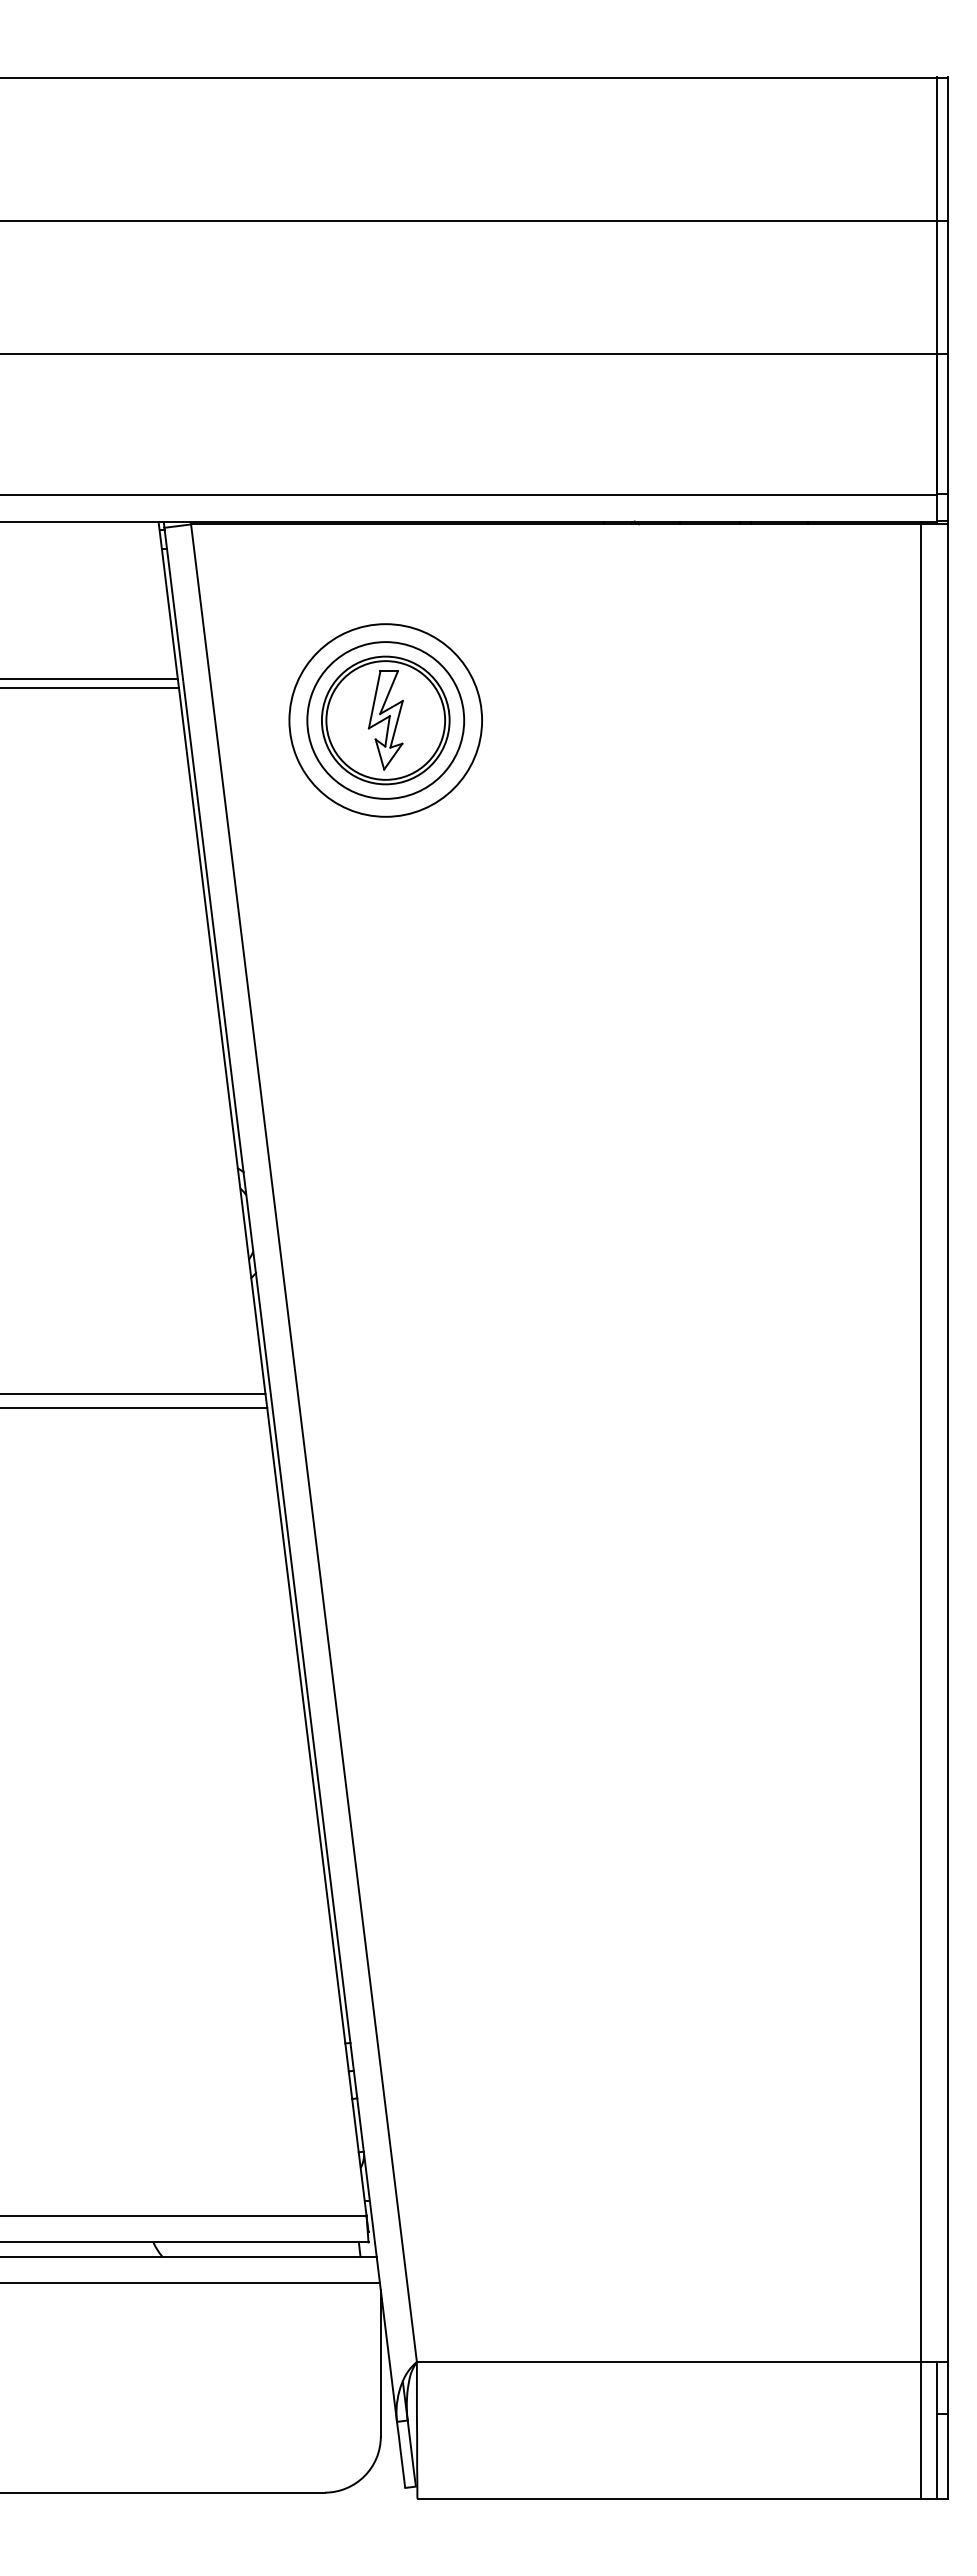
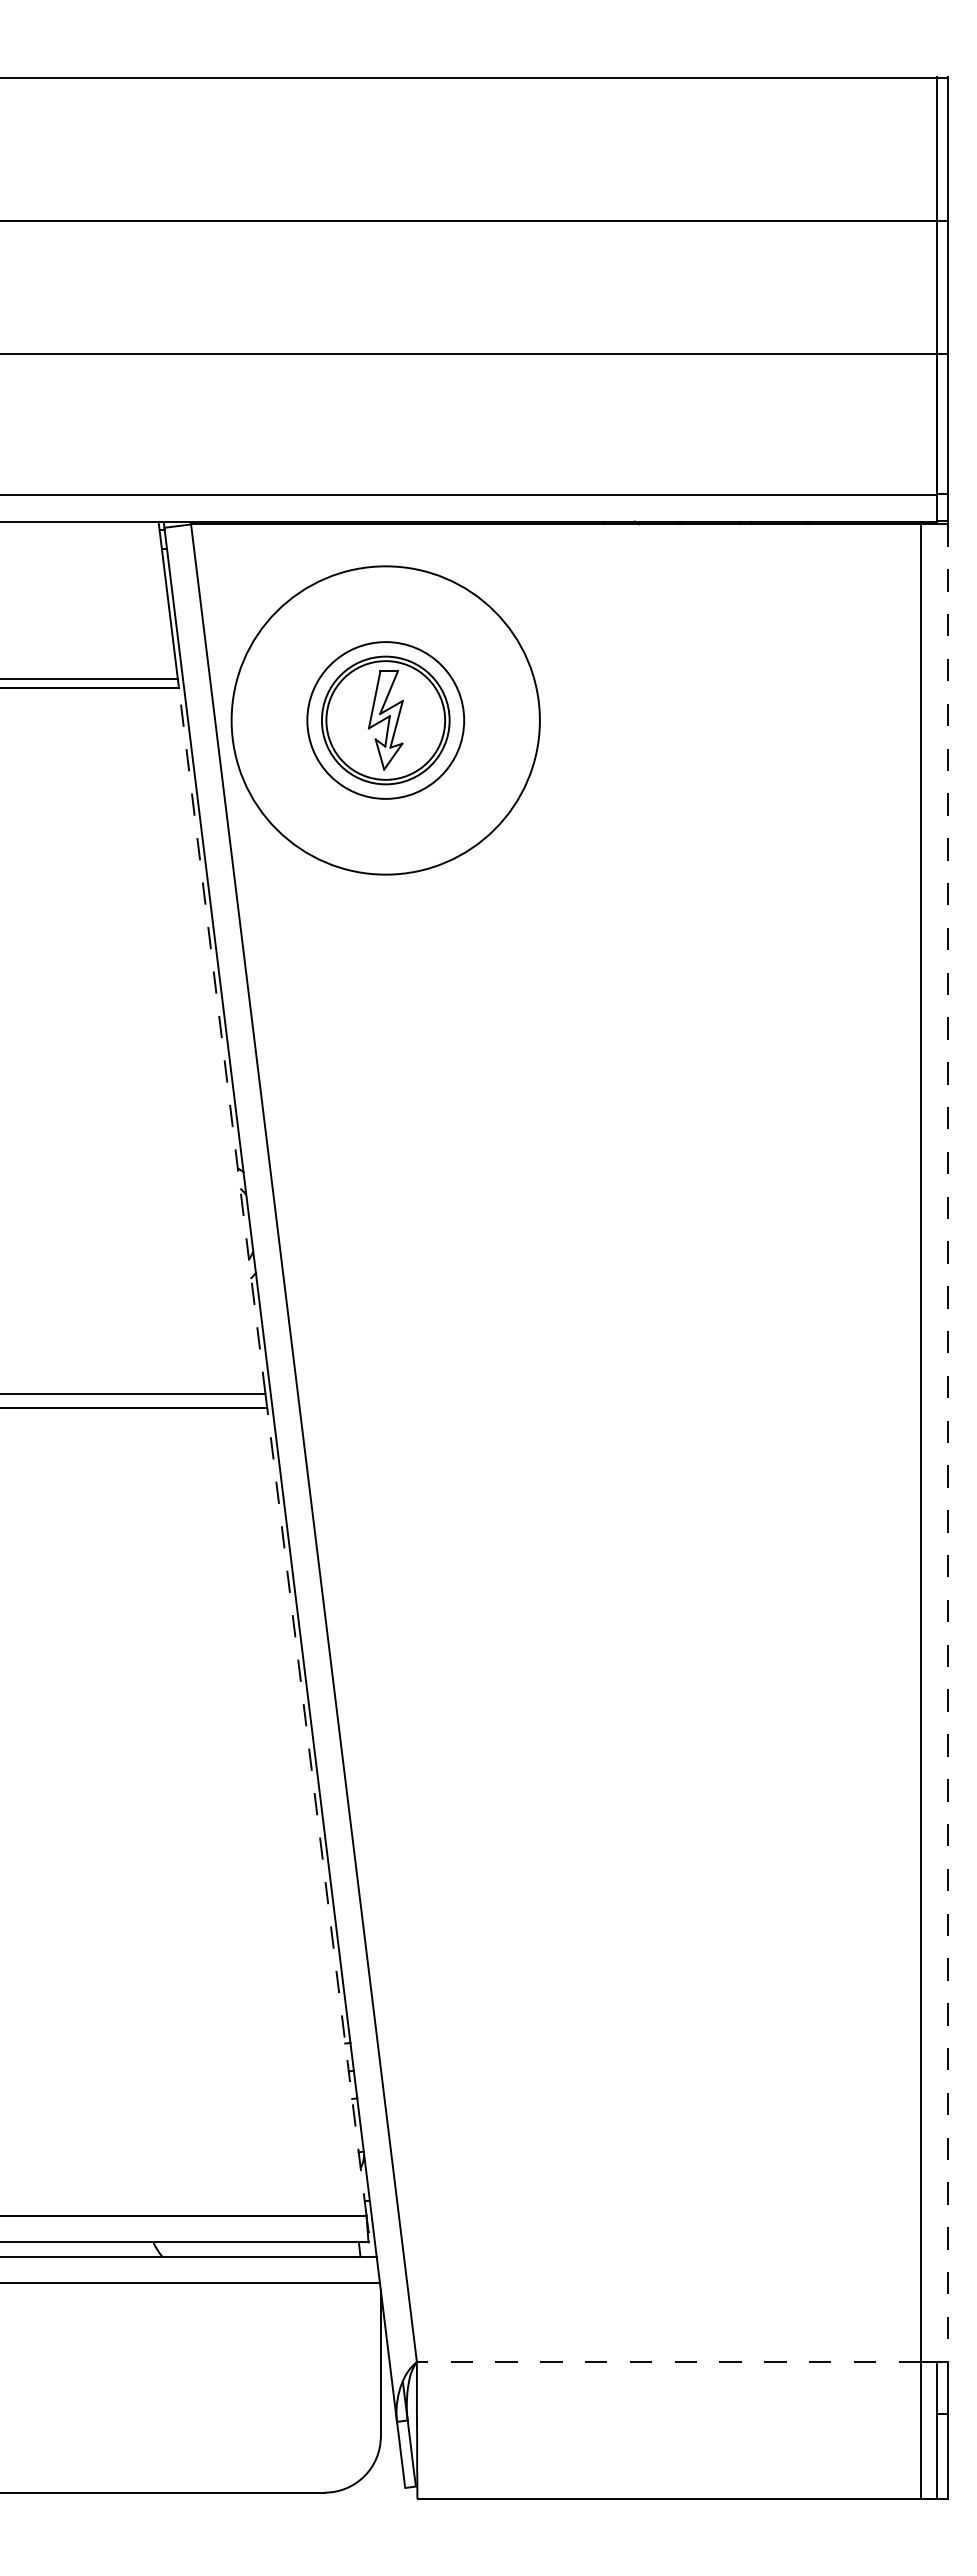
circle at (385, 720) diameter: 193 px -> 308 px
line at (222, 1040): solid -> dashed
line at (947, 1443): solid -> dashed
line at (316, 1811): solid -> dashed
line at (668, 2362): solid -> dashed
